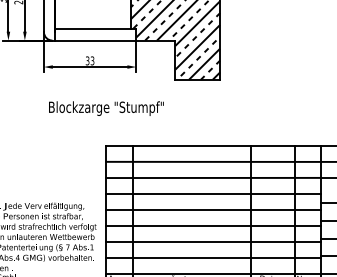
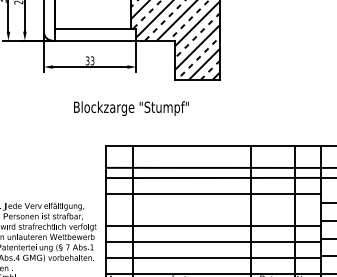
text at (106, 108) position: (106, 108) -> (131, 108)
line at (219, 161) position: (219, 161) -> (219, 167)
line at (213, 209): present -> none
